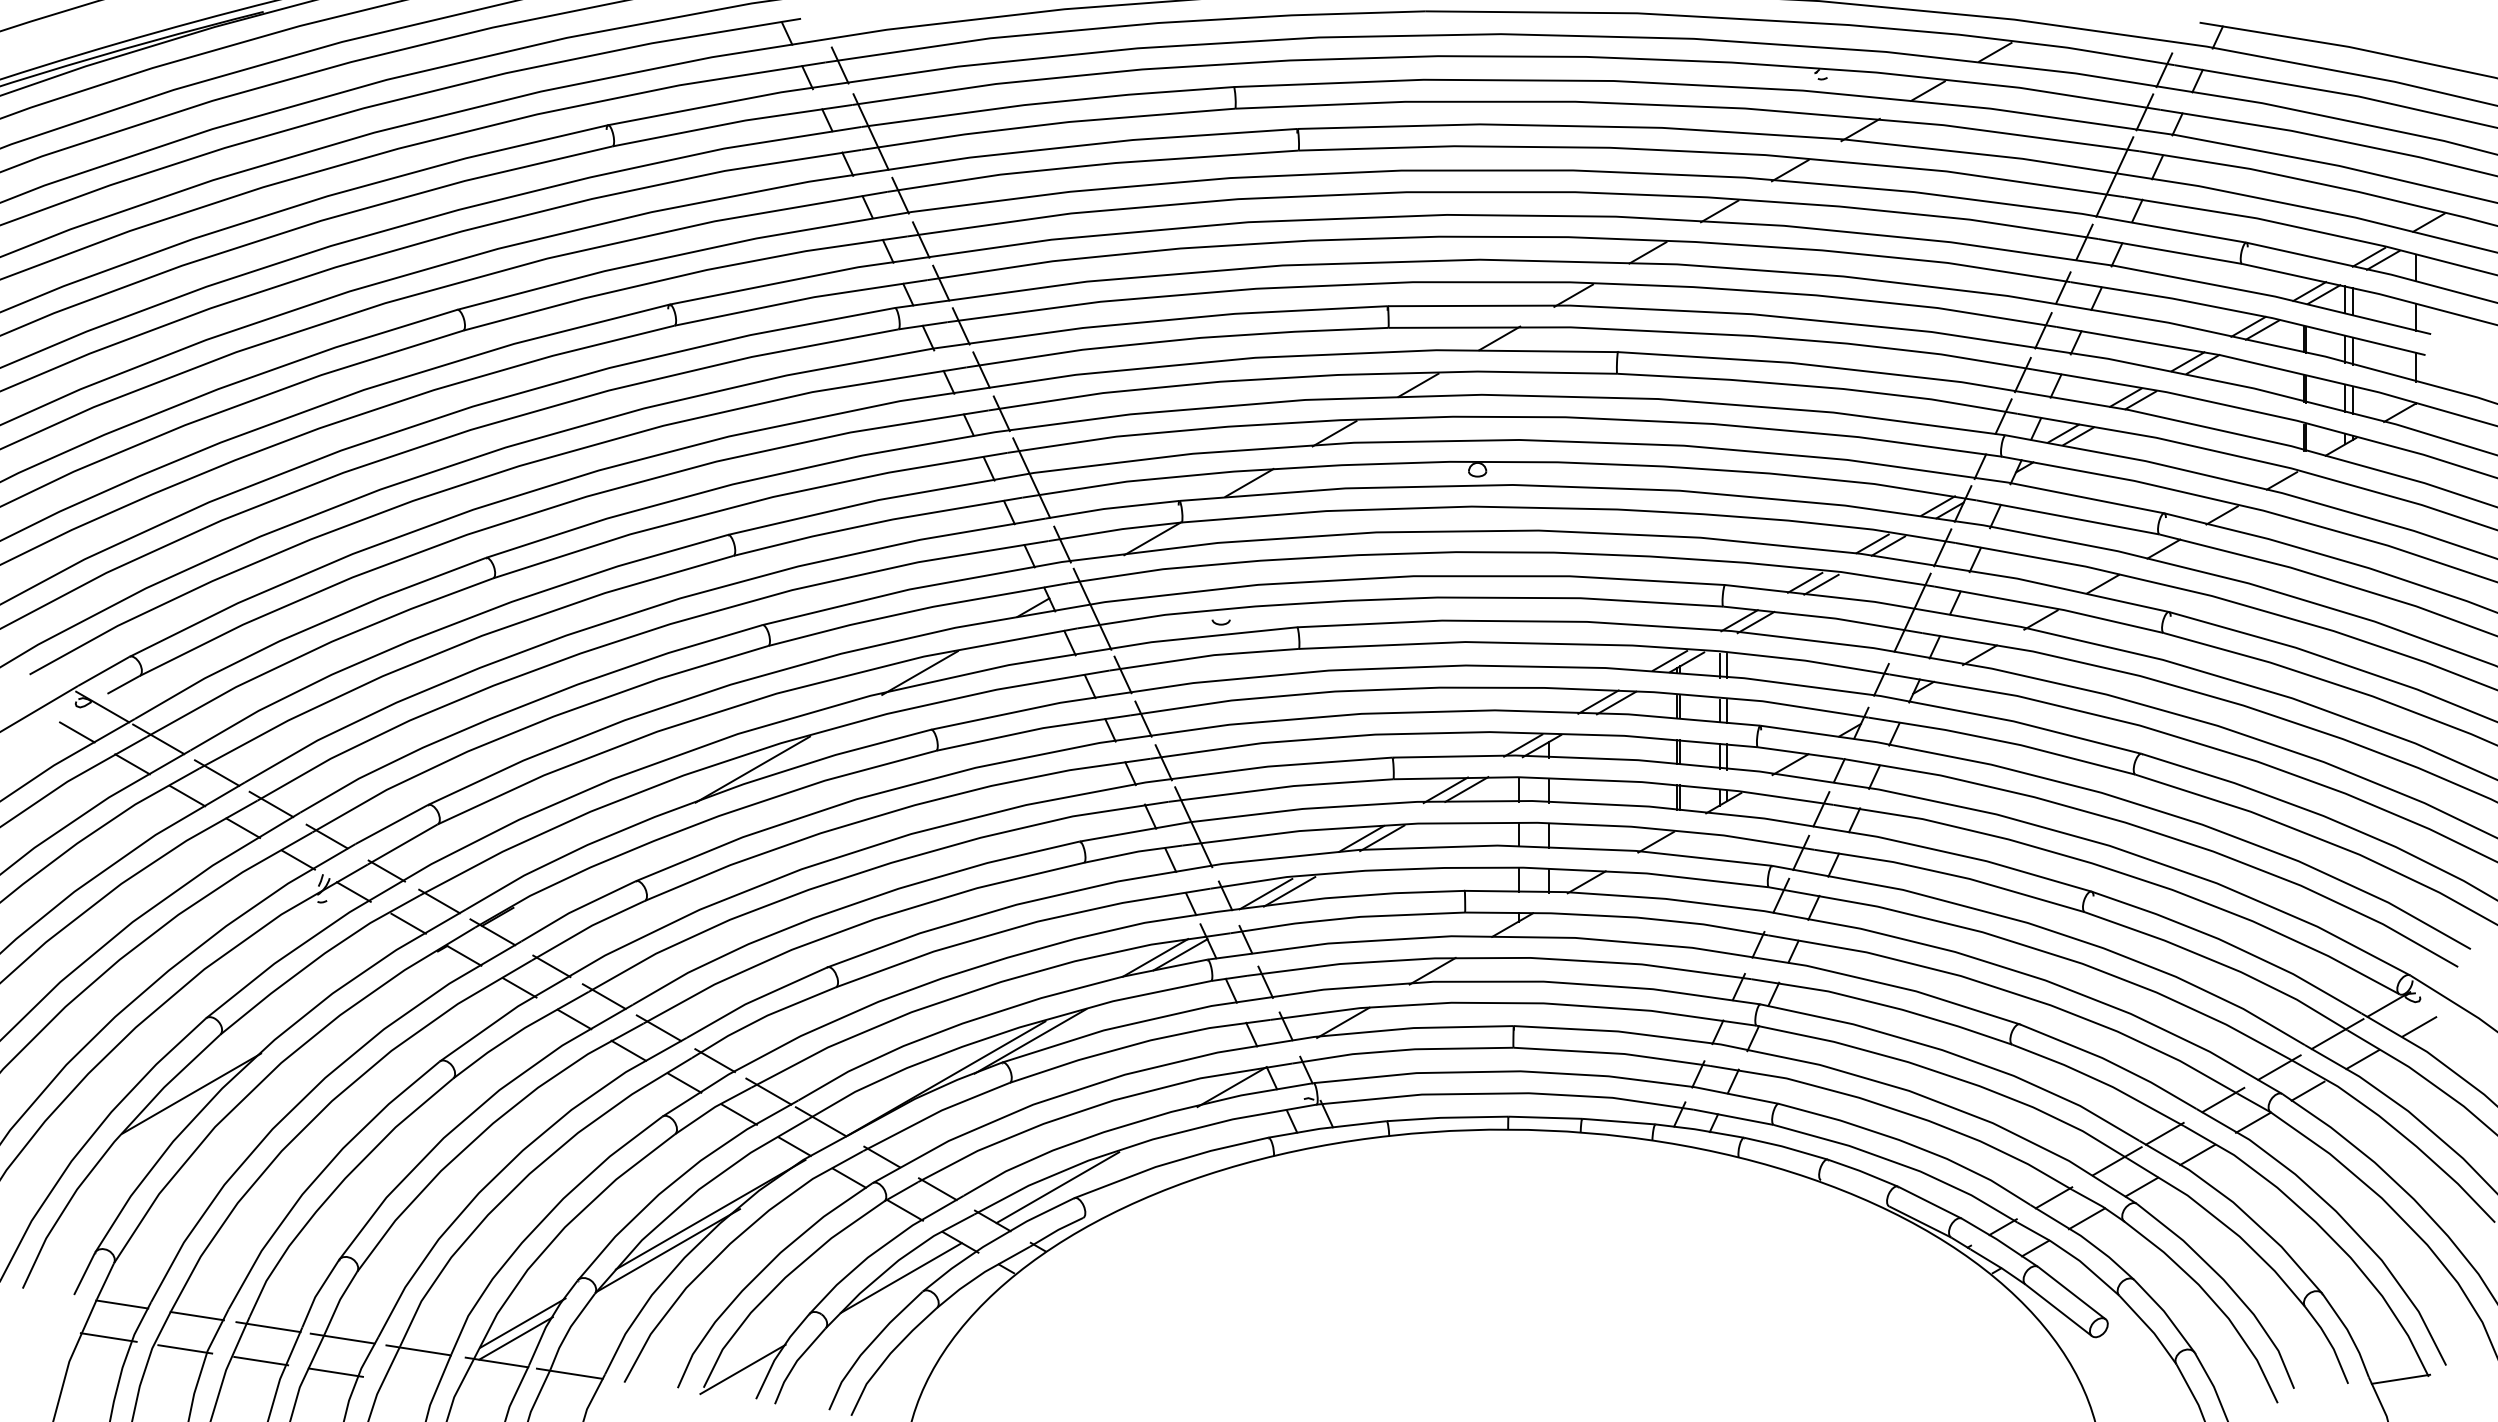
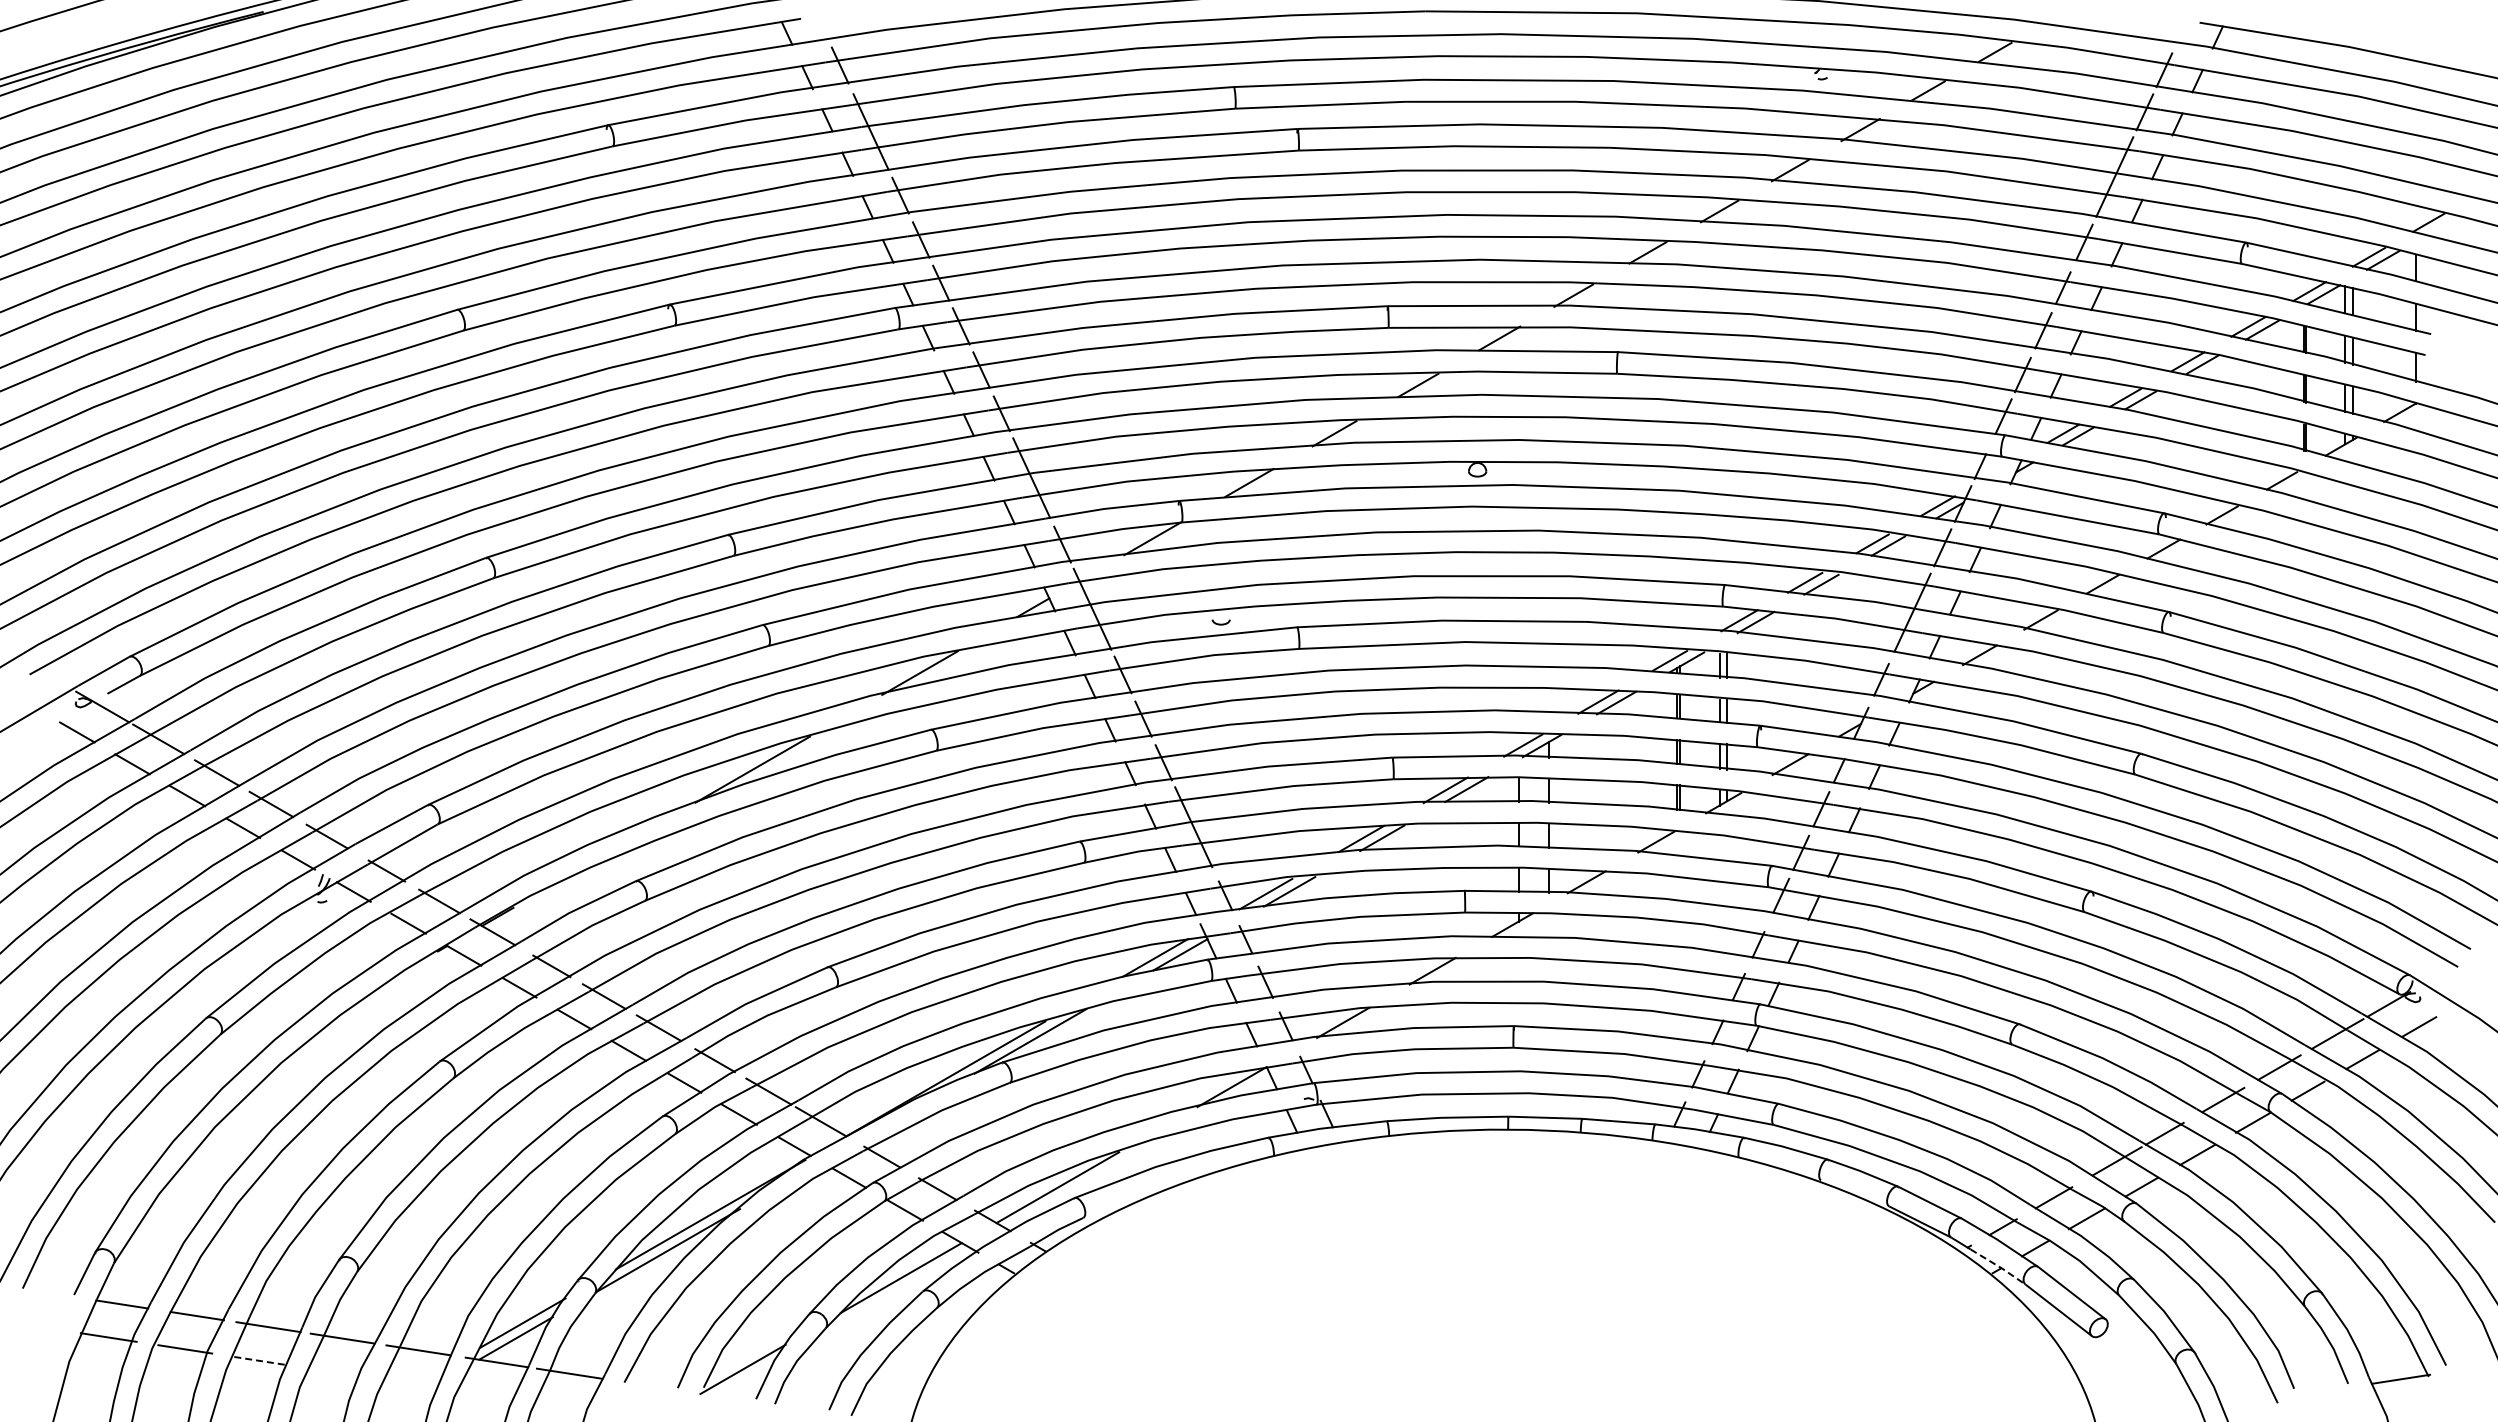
line at (191, 1093): present -> none
line at (1999, 1266): solid -> dashed
line at (261, 1361): solid -> dashed
line at (335, 1372): present -> none
